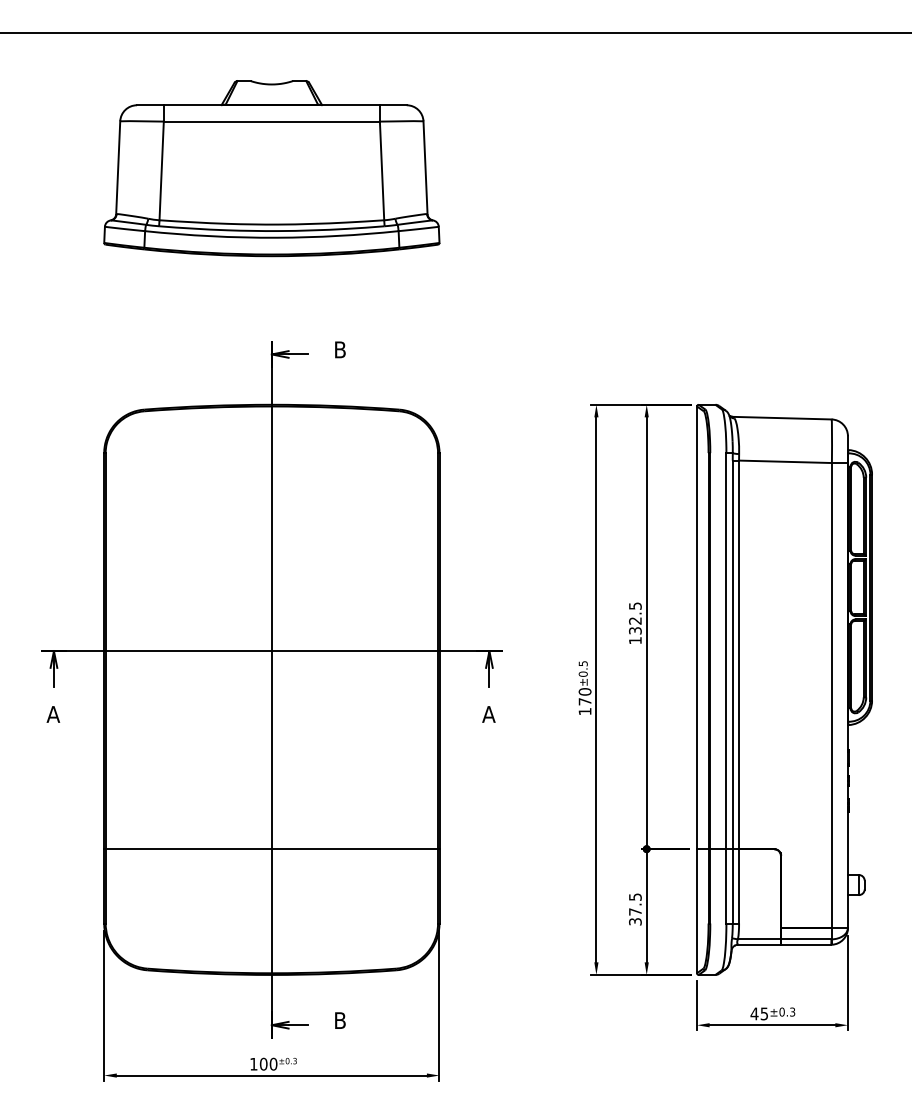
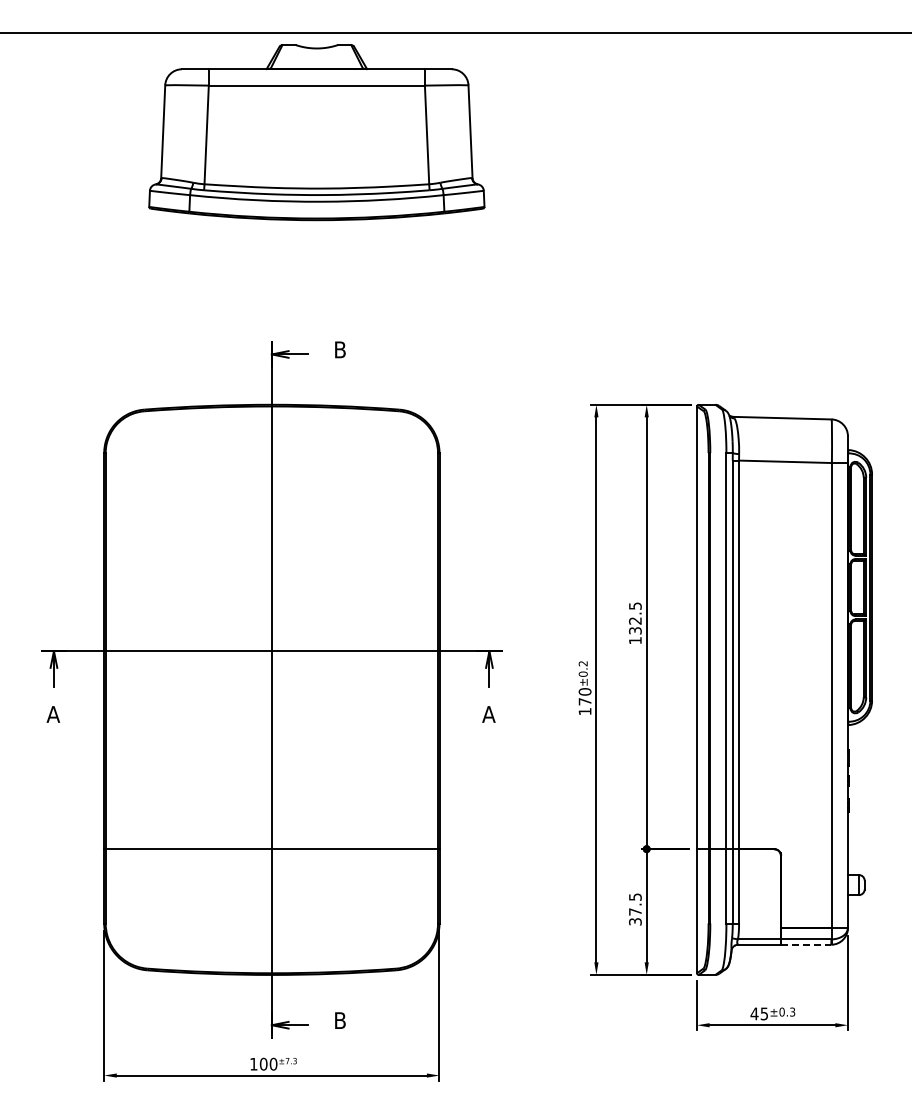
part at (271, 168) position: (271, 168) -> (316, 132)
text at (582, 663): ±0.5 -> ±0.2
line at (806, 944): solid -> dashed
text at (287, 1061): ±0.3 -> ±7.3
